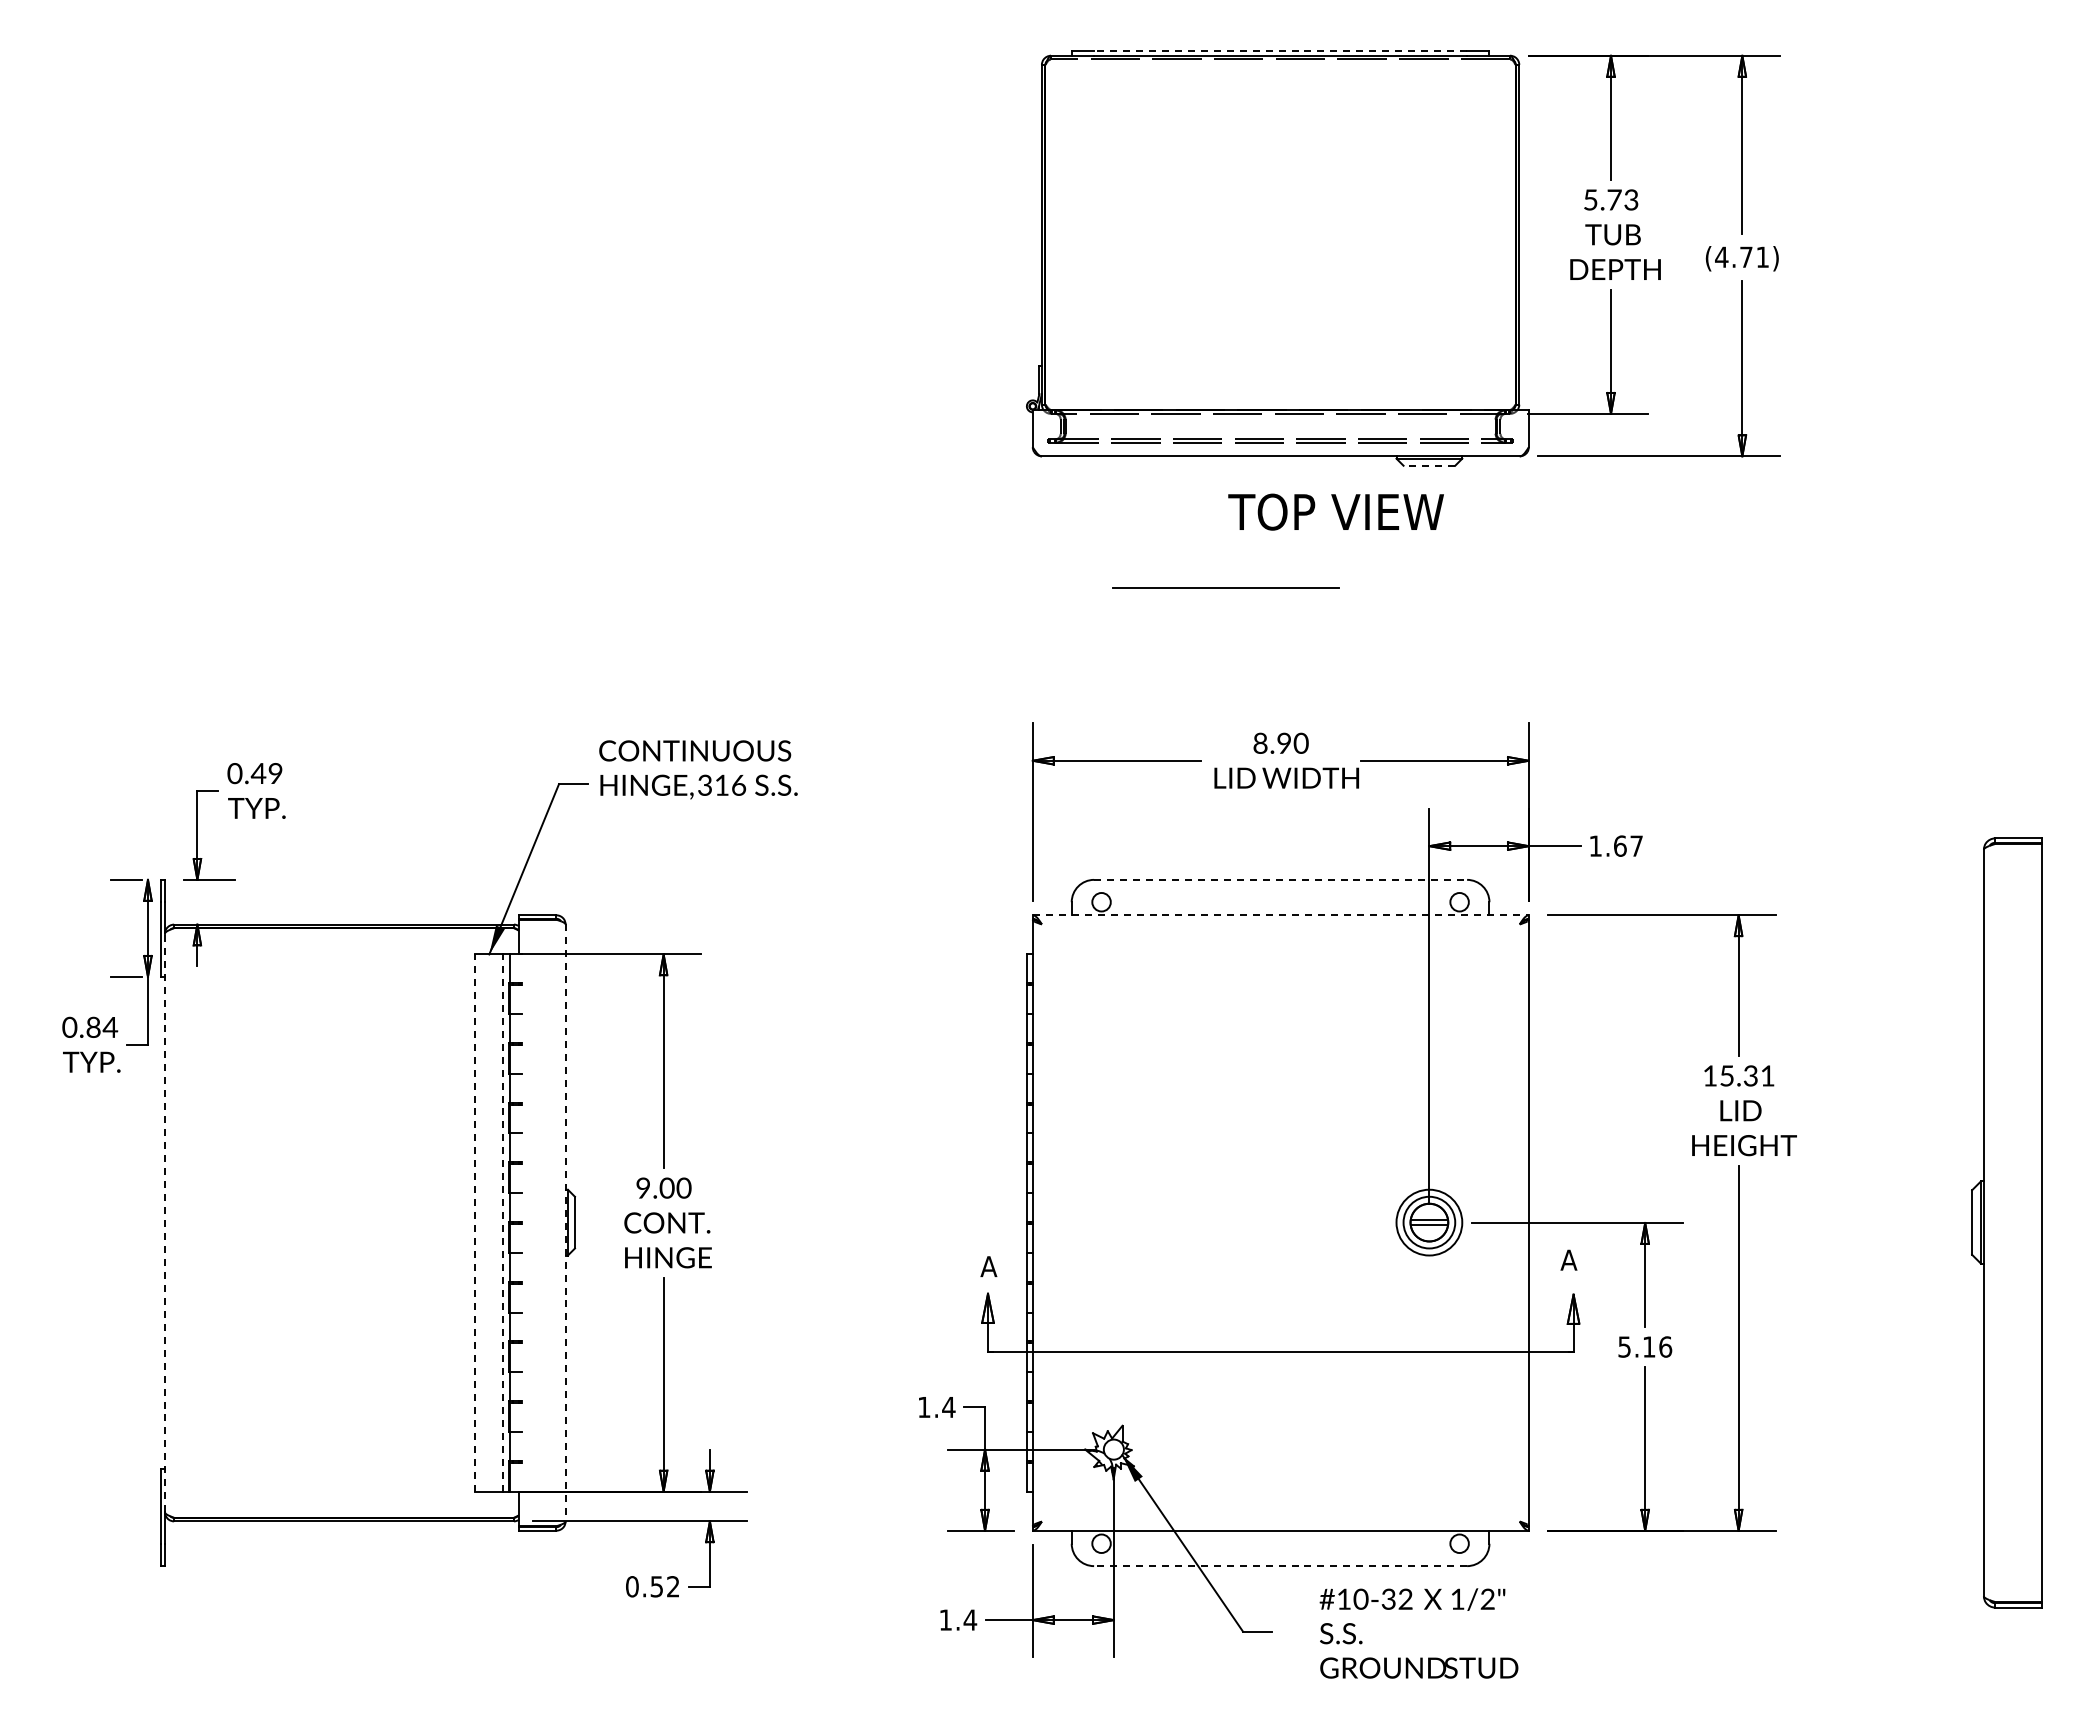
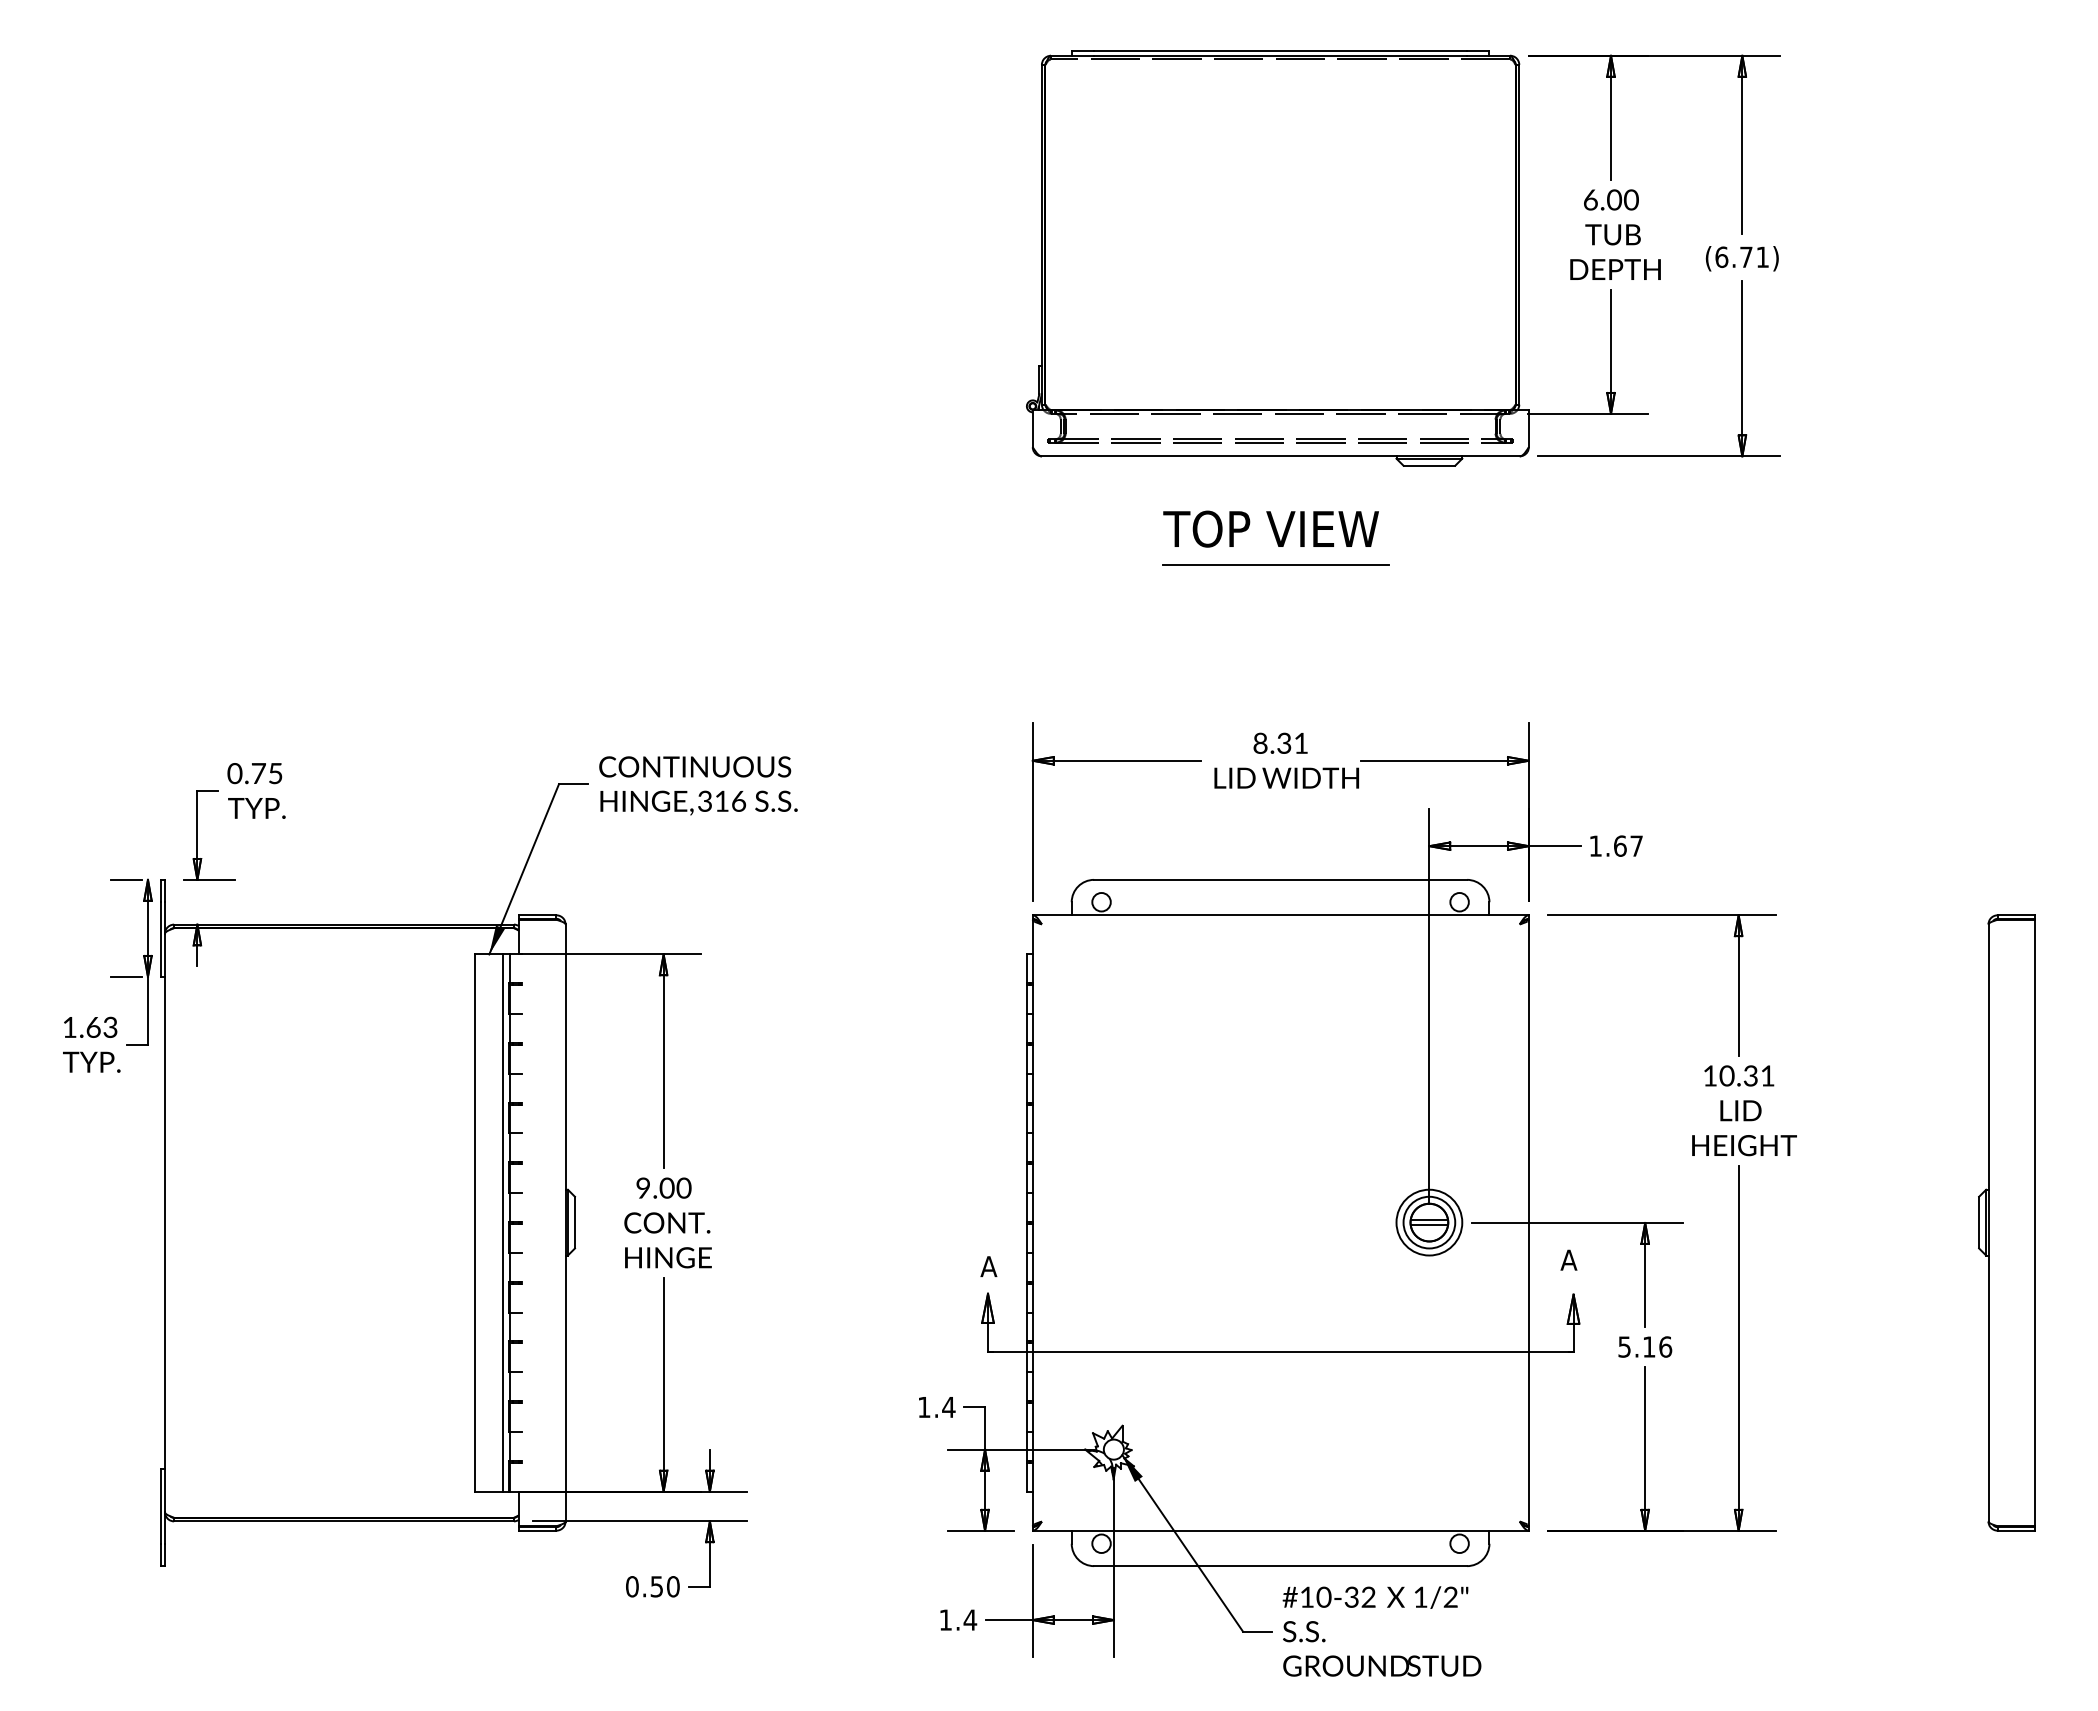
line at (1280, 51): dashed -> solid
text at (1611, 199): 5.73 -> 6.00
text at (1721, 257): (4.71) -> (6.71)
line at (1429, 465): dashed -> solid
text at (1335, 511) position: (1335, 511) -> (1270, 528)
line at (1225, 587) position: (1225, 587) -> (1275, 564)
text at (1292, 742): 8.90 -> 8.31
text at (698, 769) position: (698, 769) -> (698, 785)
text at (266, 773): 0.49 -> 0.75
line at (1281, 879): dashed -> solid
line at (1281, 915): dashed -> solid
text at (90, 1026): 0.84 -> 1.63
text at (1726, 1075): 15.31 -> 10.31
line at (165, 1222): dashed -> solid
part at (2006, 1222) size: 72x772 px -> 58x618 px
line at (475, 1223): dashed -> solid
line at (503, 1223): dashed -> solid
line at (565, 1223): dashed -> solid
line at (1280, 1566): dashed -> solid
text at (673, 1586): 0.52 -> 0.50
text at (1418, 1633) position: (1418, 1633) -> (1381, 1631)
